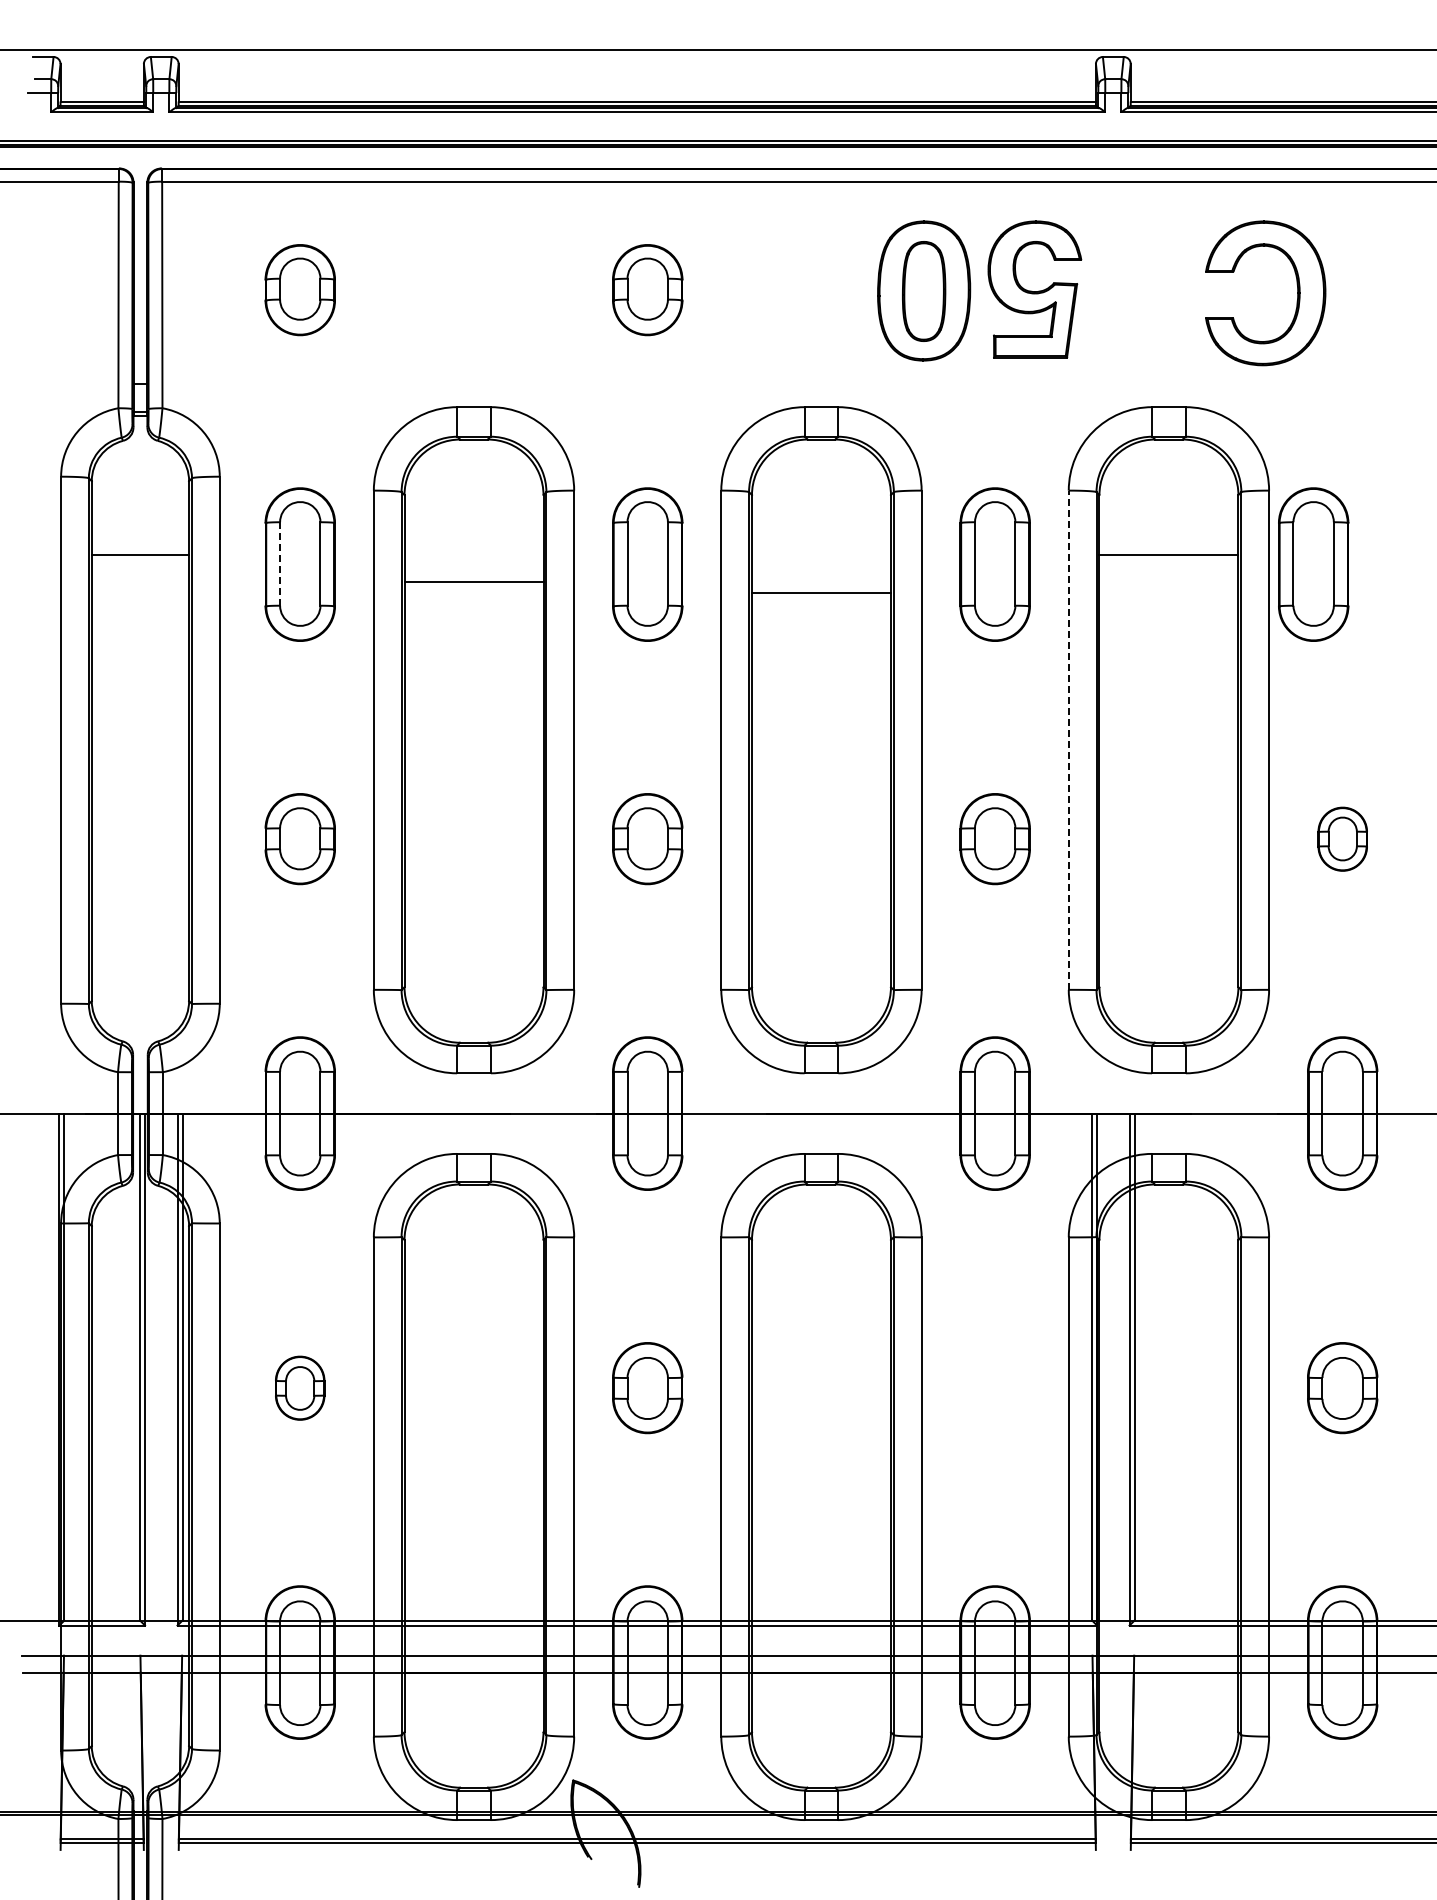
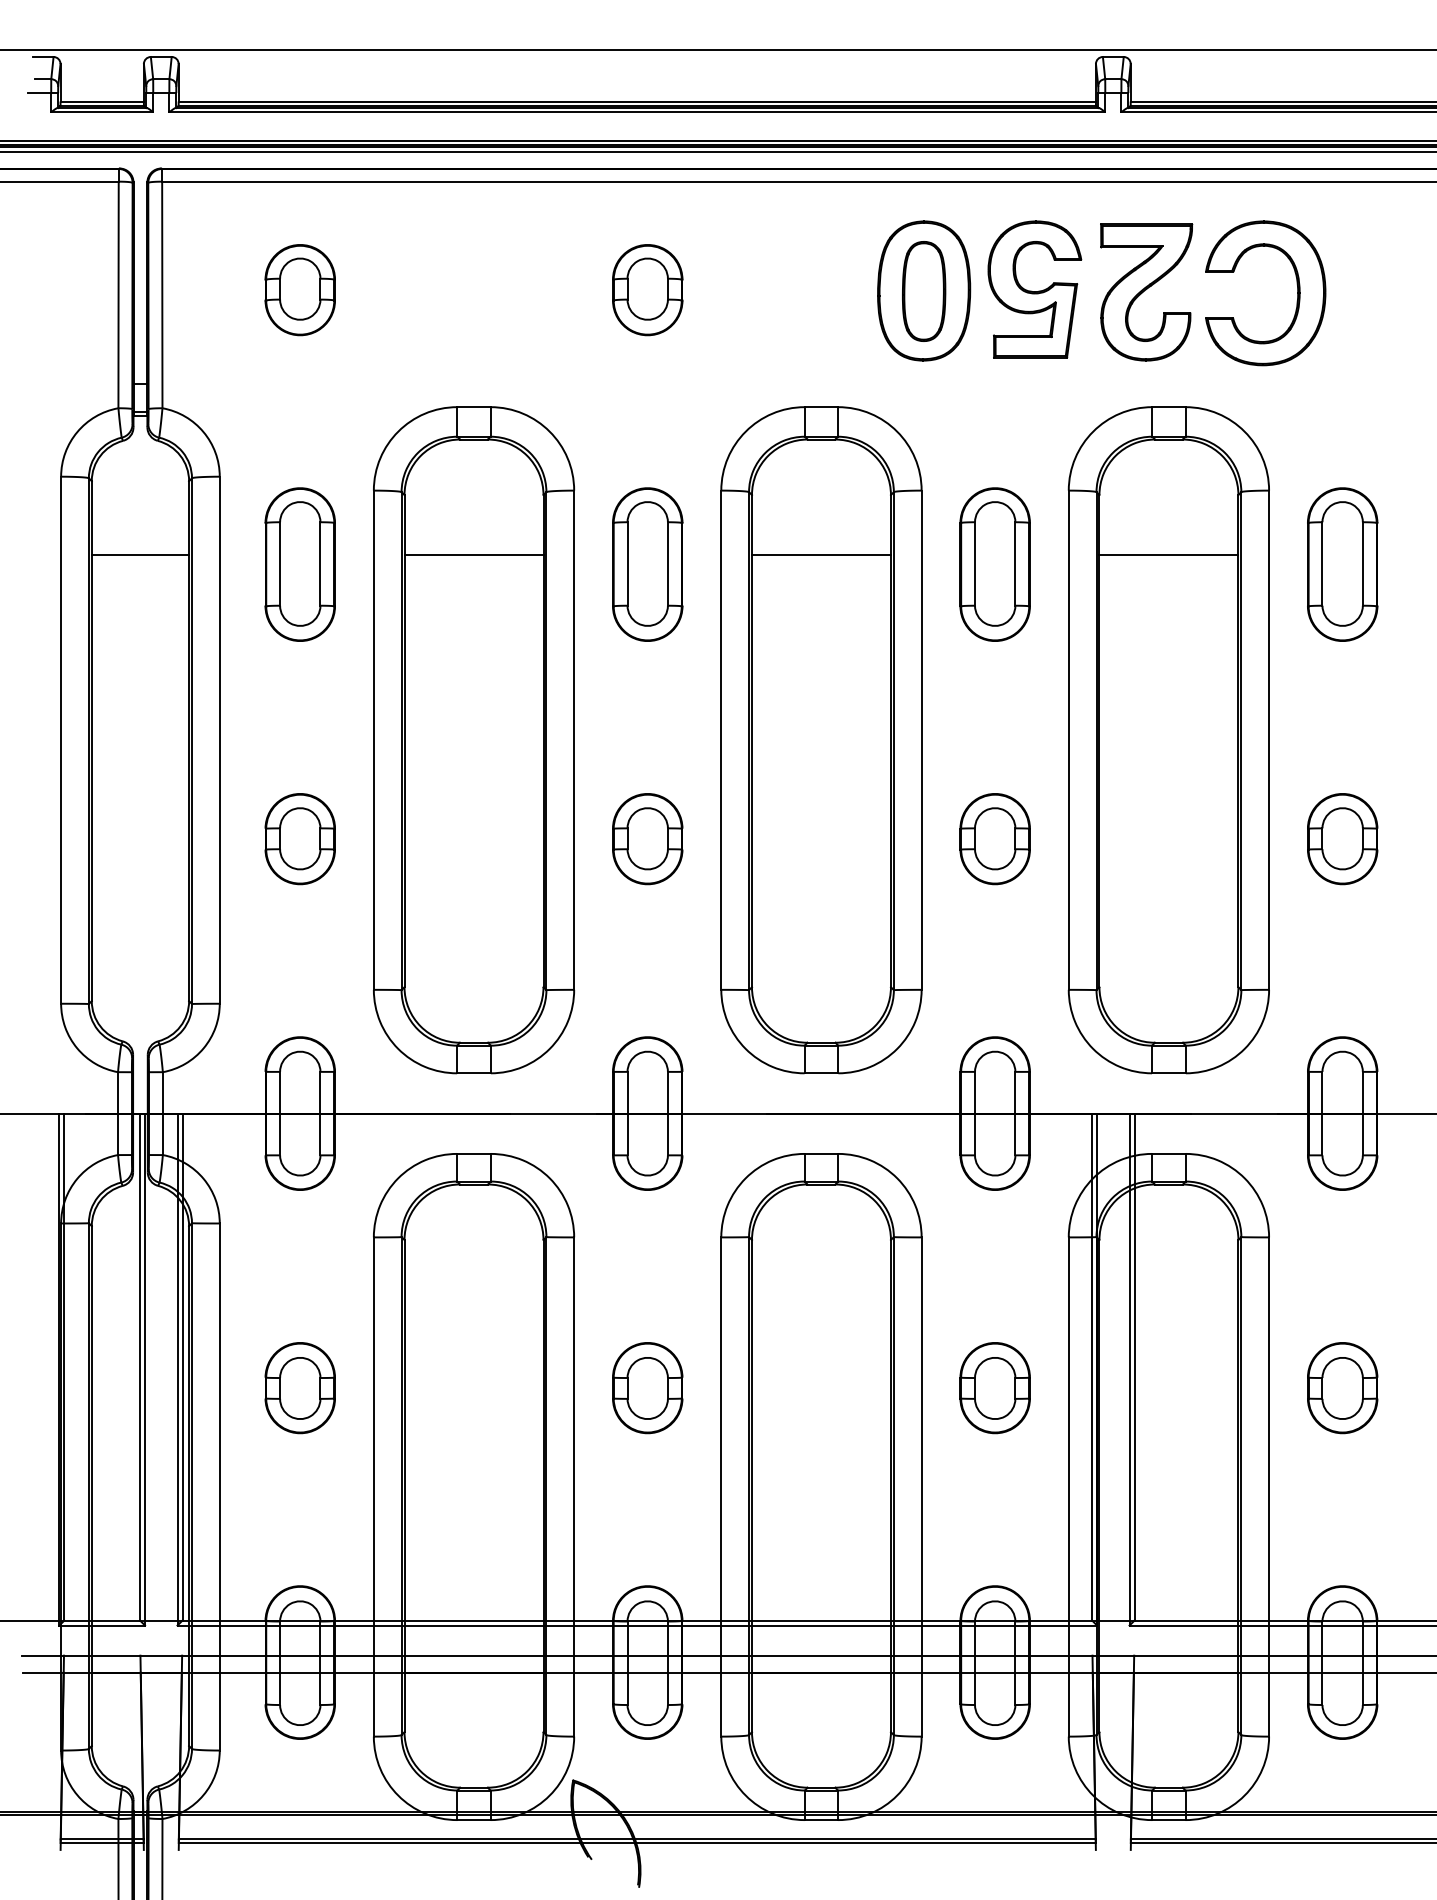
line at (717, 151): none -> present
part at (1146, 292): none -> present
line at (280, 563): dashed -> solid
part at (1313, 564) position: (1313, 564) -> (1342, 564)
line at (473, 581) position: (473, 581) -> (473, 554)
line at (820, 592) position: (820, 592) -> (820, 554)
line at (1068, 740): dashed -> solid
part at (1342, 838) size: 51x66 px -> 72x93 px
part at (300, 1387) size: 51x66 px -> 72x93 px
part at (994, 1388): none -> present
